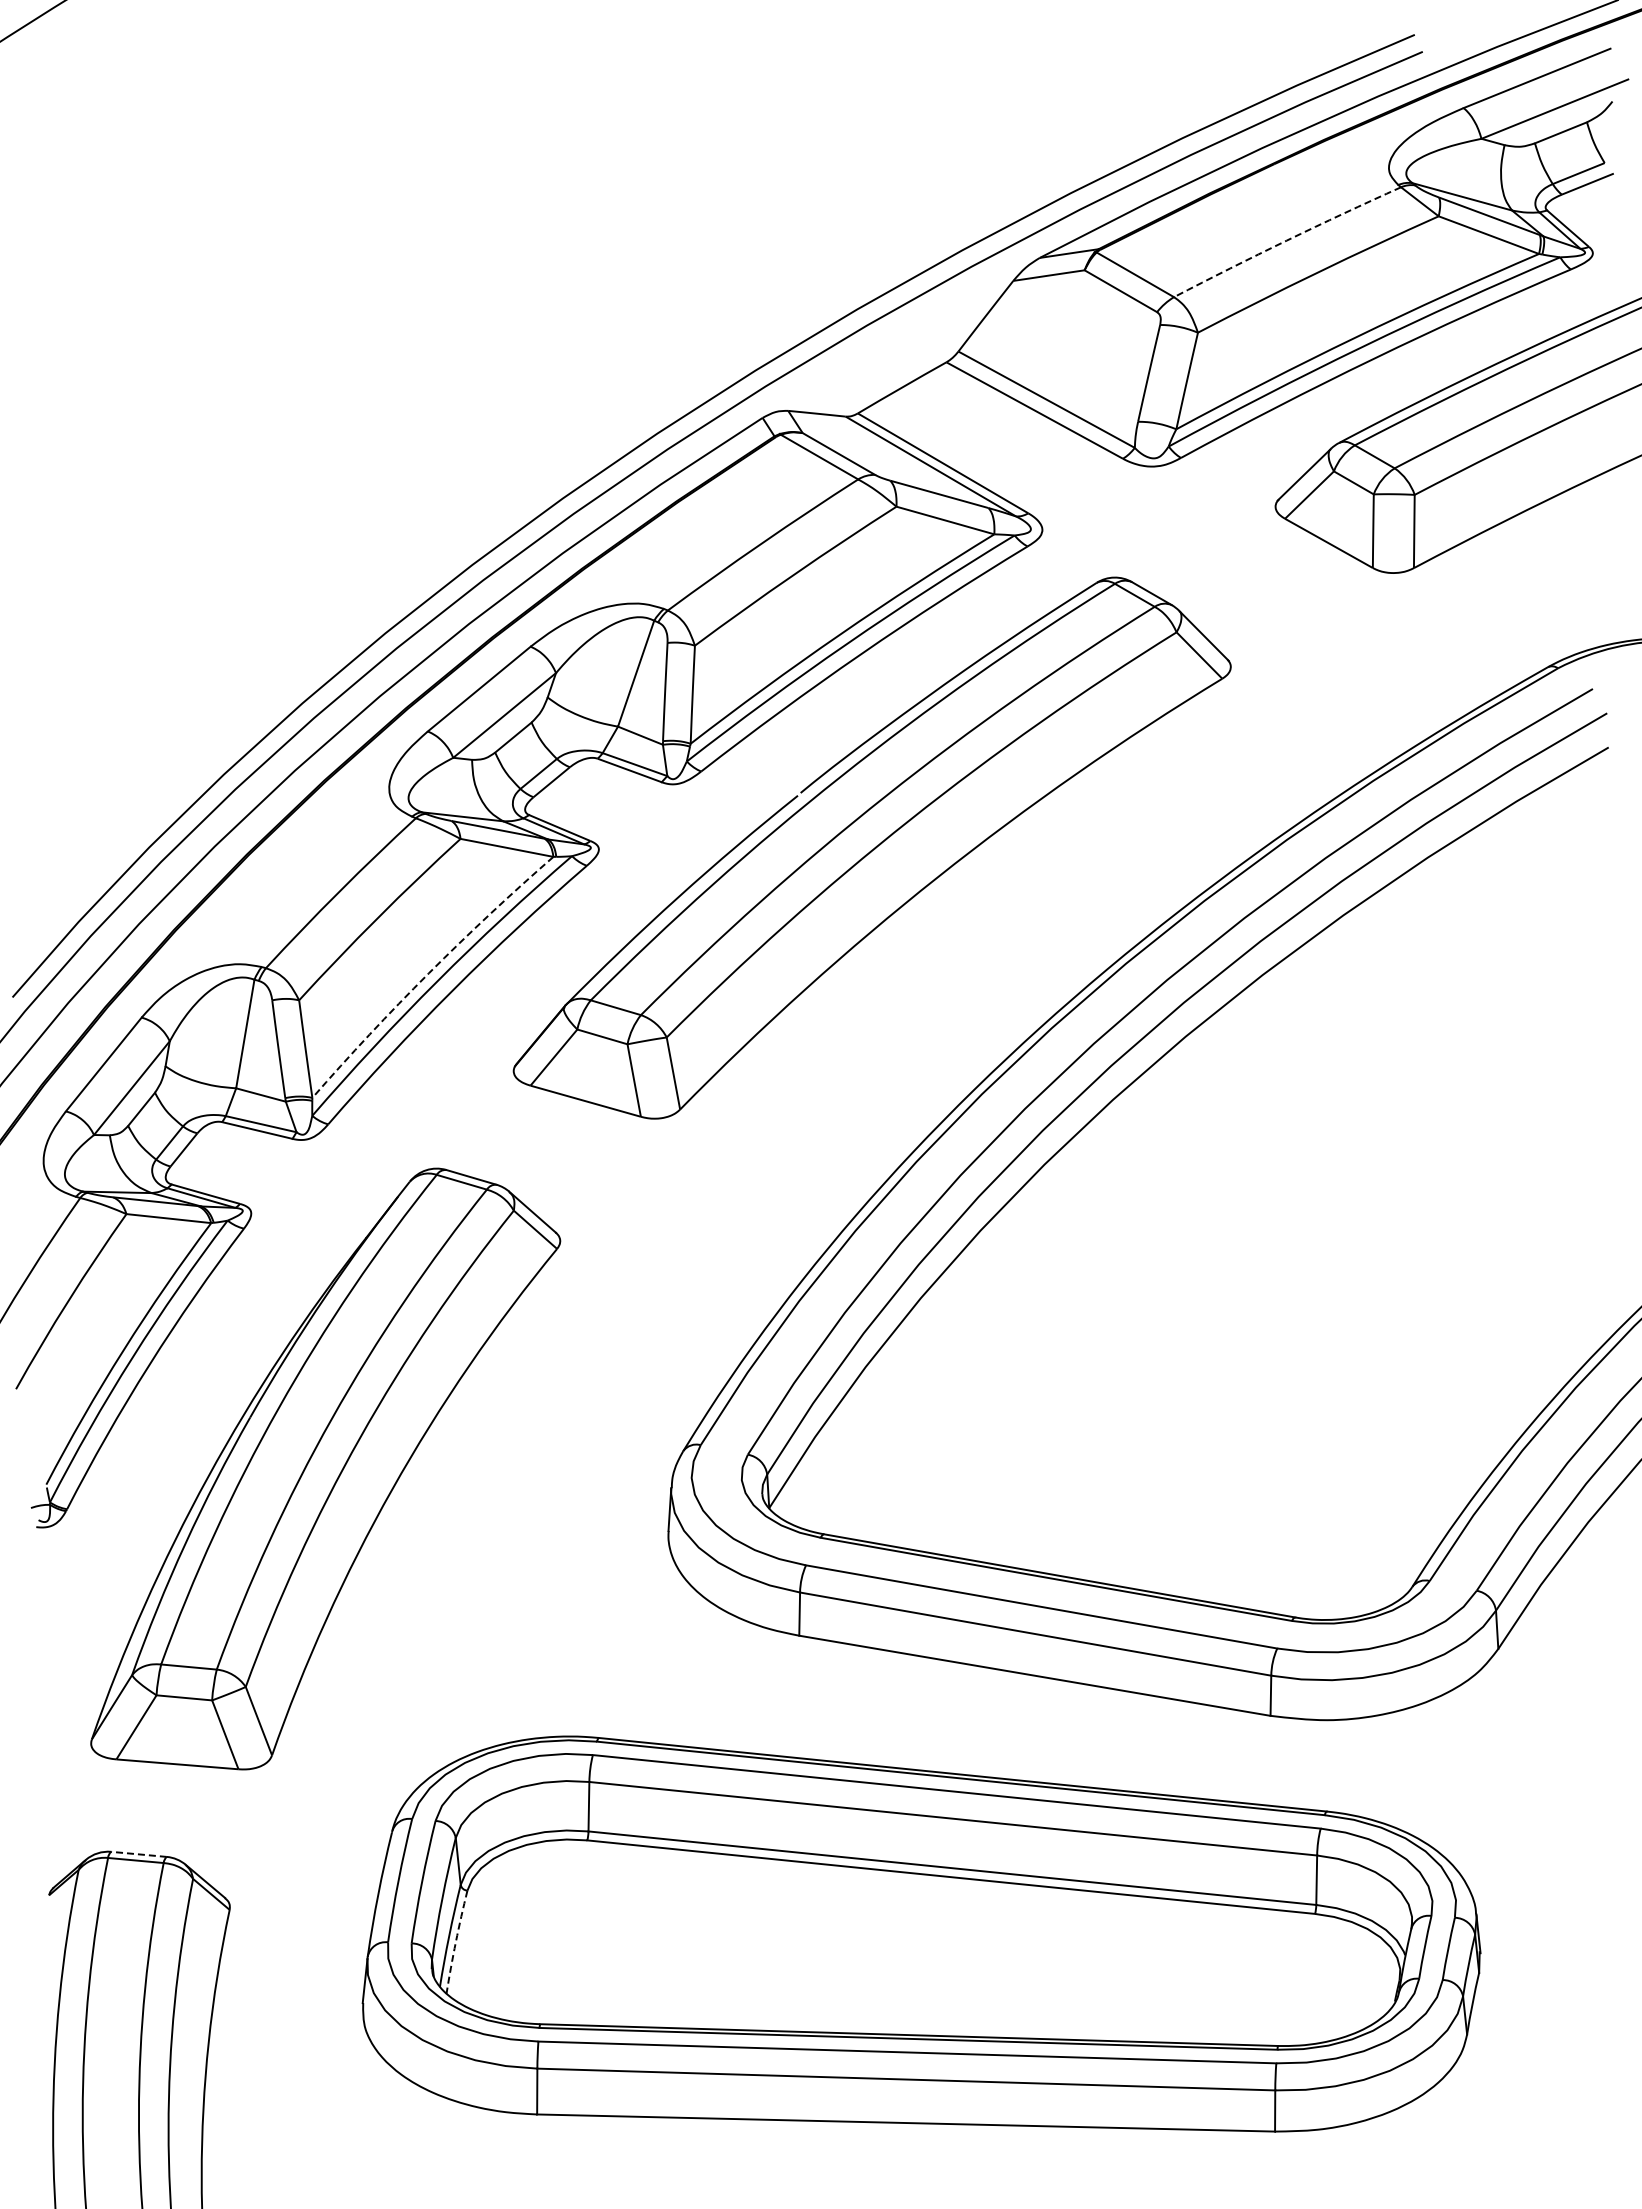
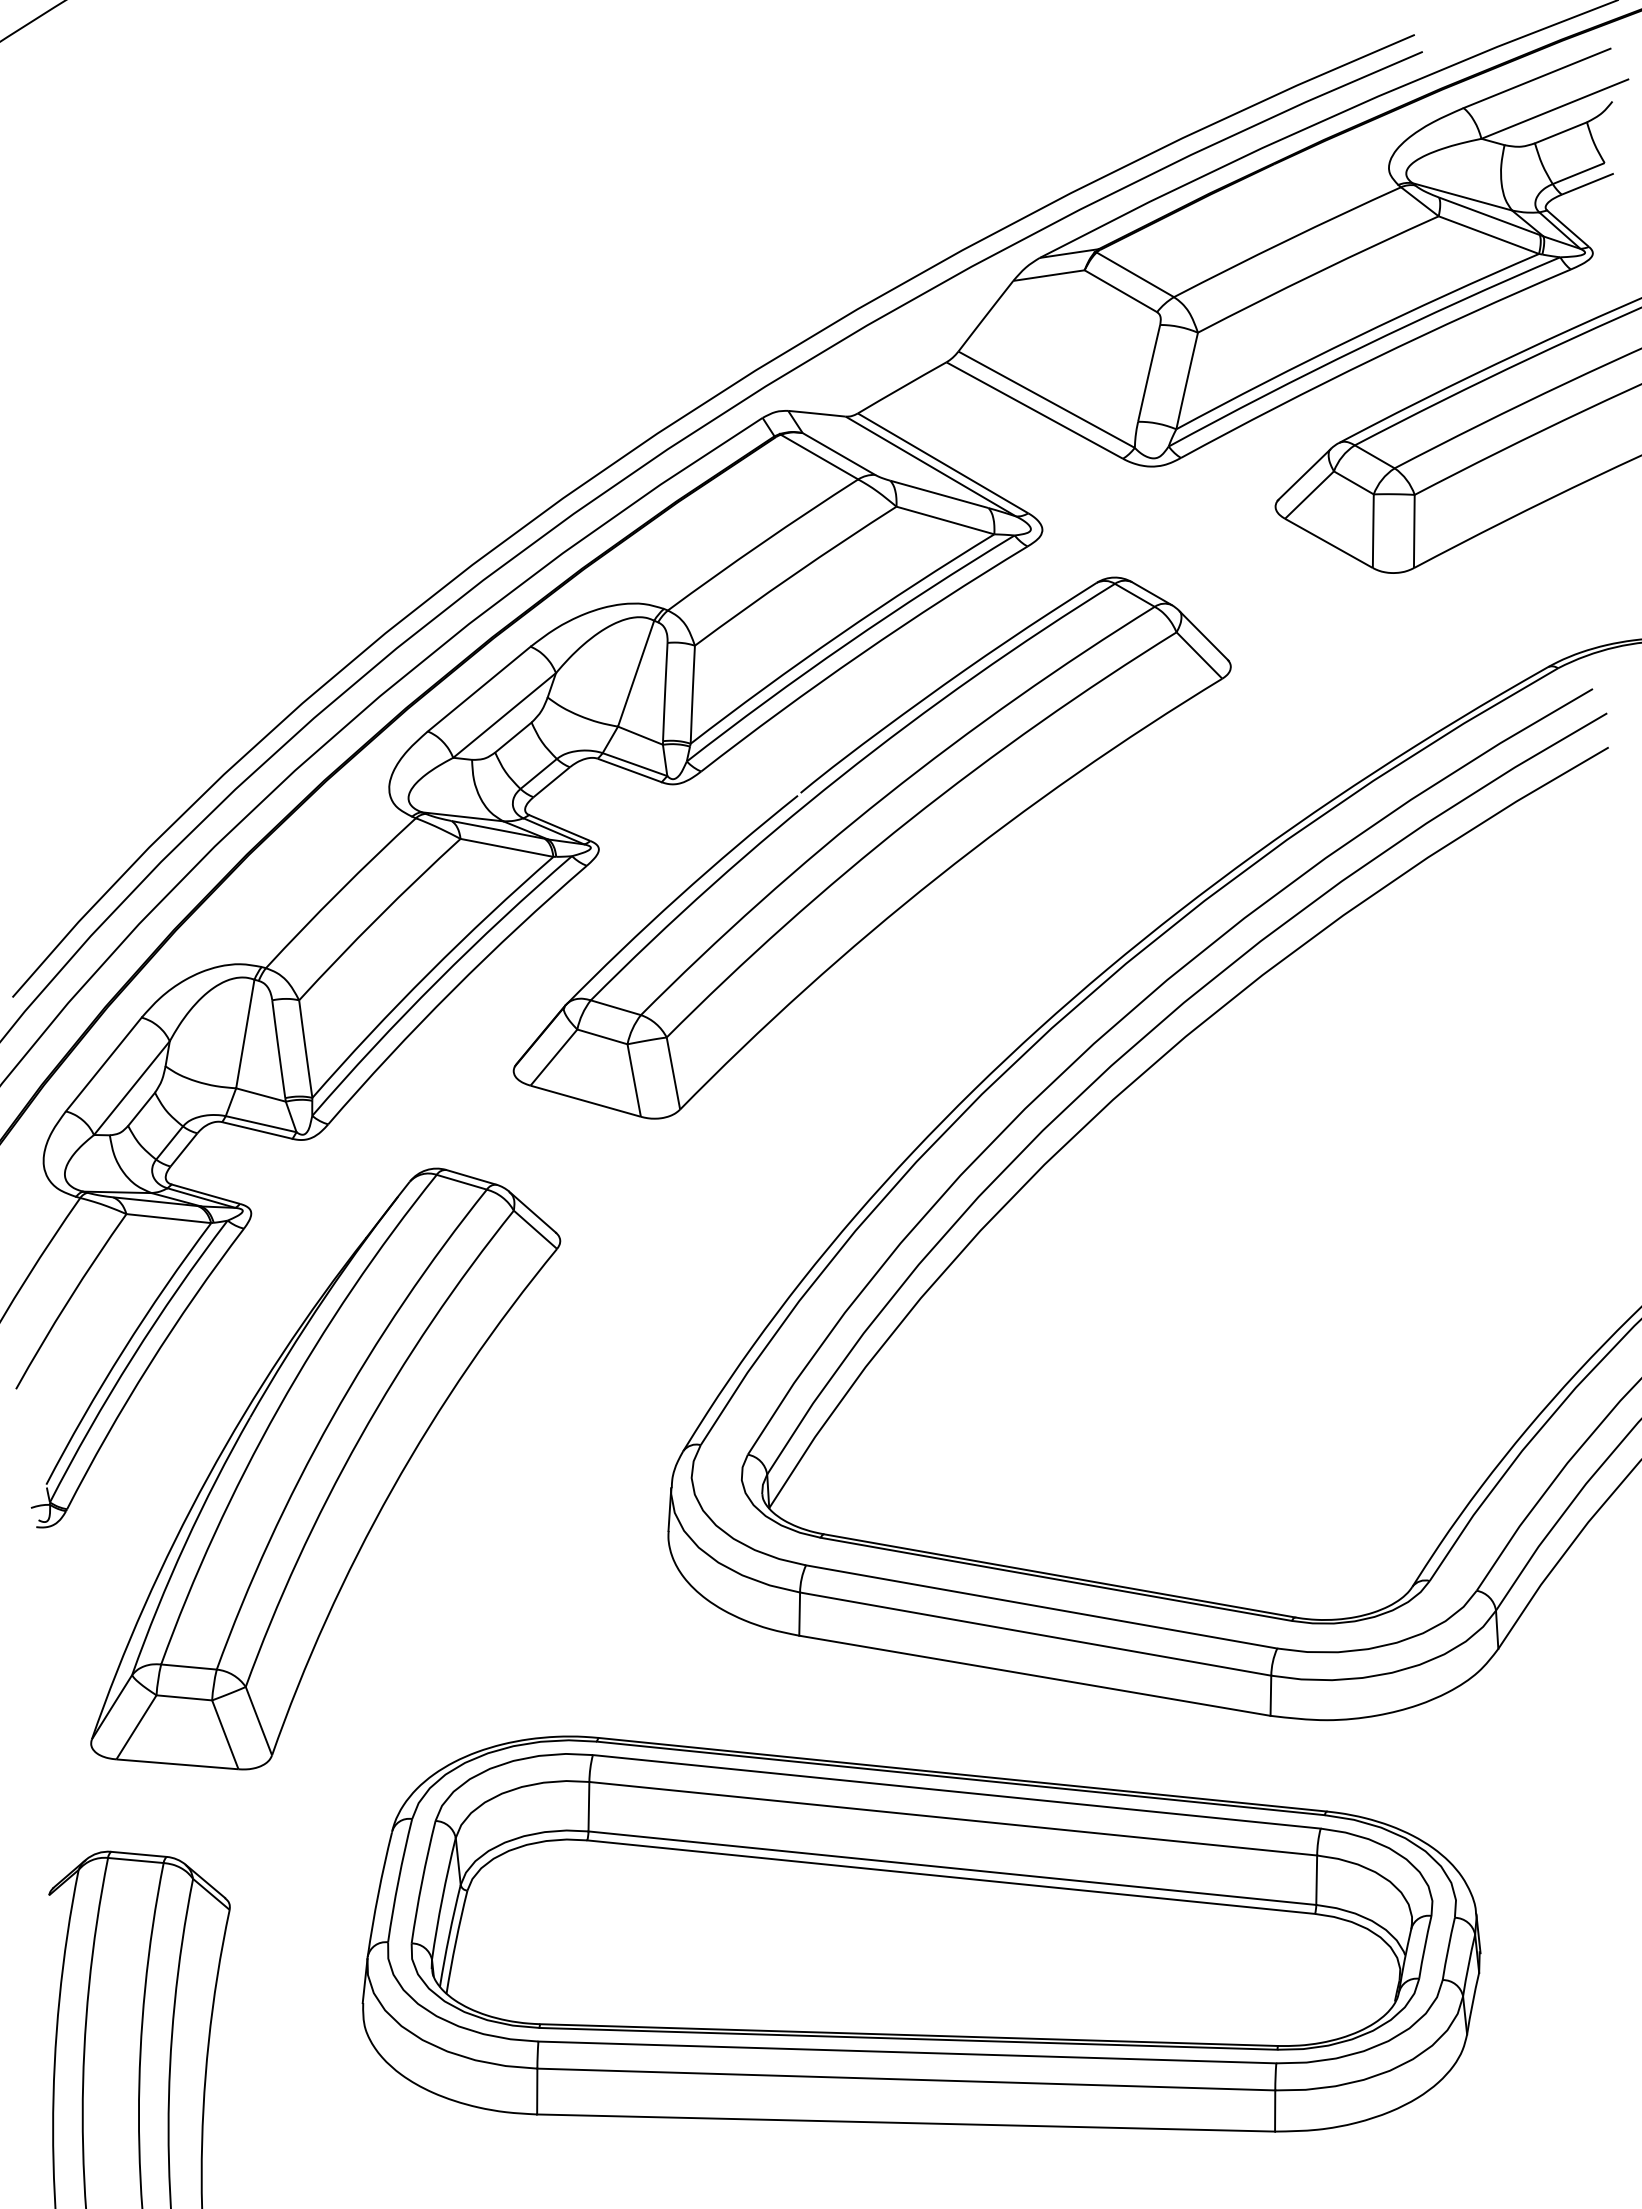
arc at (1286, 240): dashed -> solid
arc at (428, 973): dashed -> solid
line at (139, 1854): dashed -> solid
arc at (455, 1942): dashed -> solid
